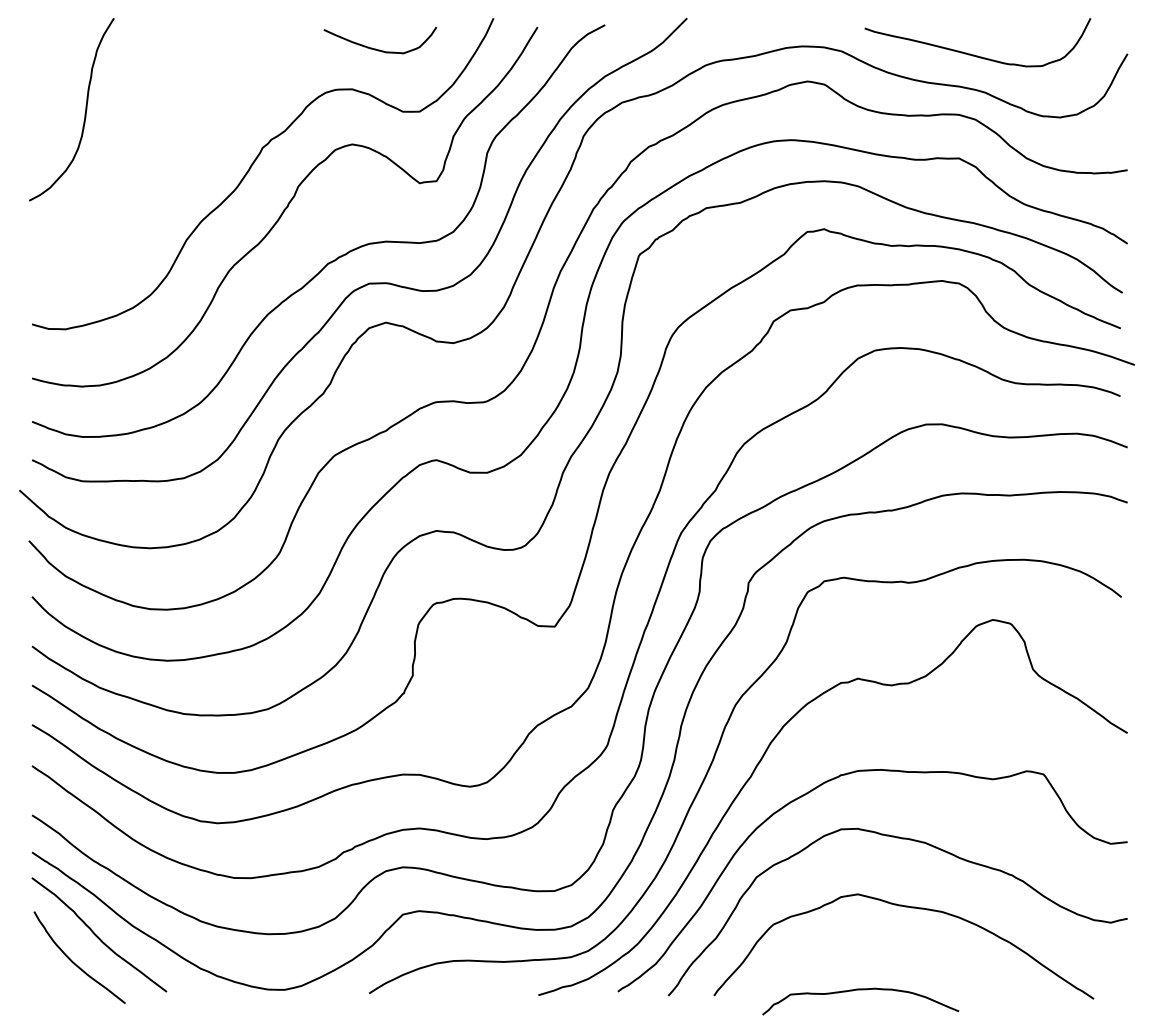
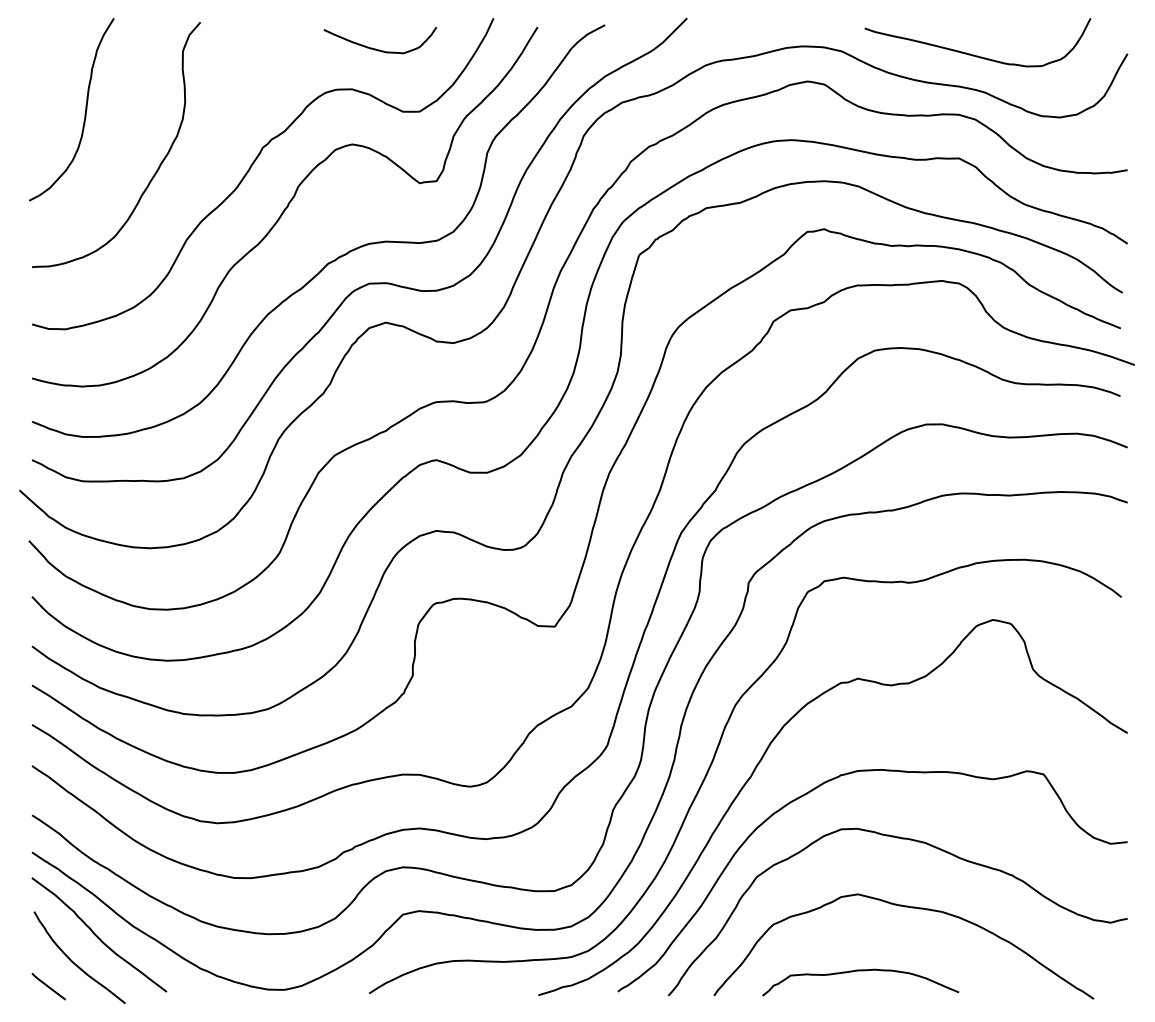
curve at (155, 171): none -> present
line at (48, 986): none -> present
curve at (860, 990) position: (860, 990) -> (860, 971)
